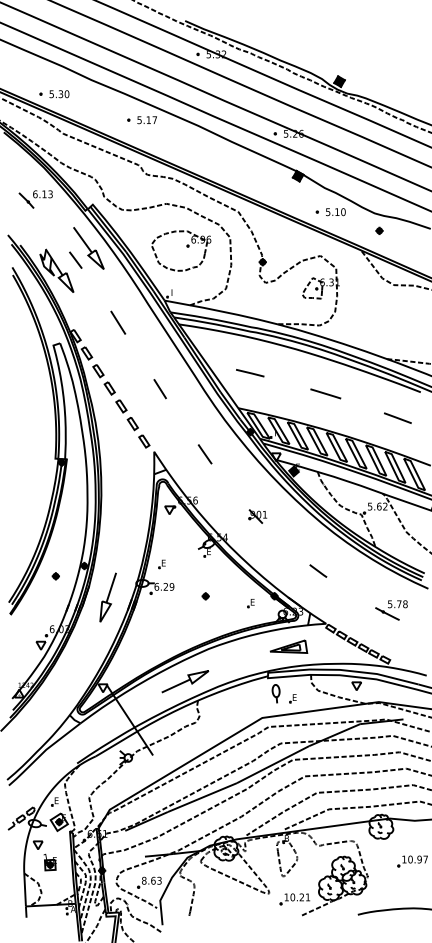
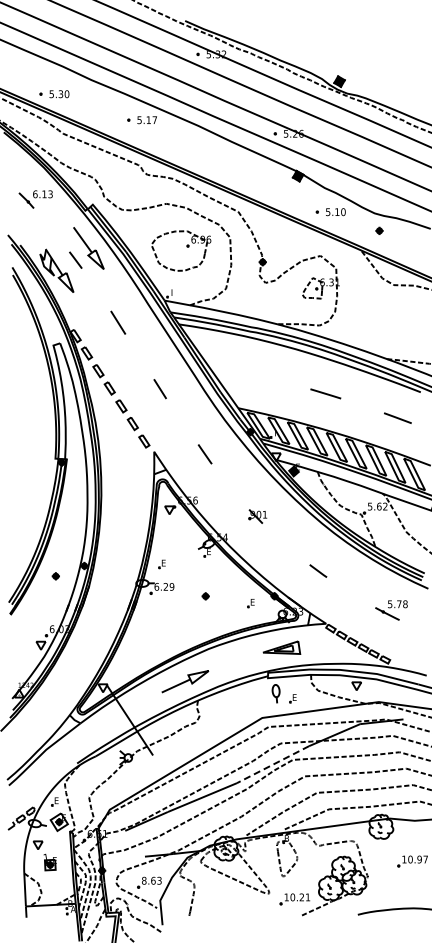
line at (250, 373): present -> none
part at (107, 597): present -> none
part at (288, 646) position: (288, 646) -> (281, 647)
line at (273, 764): solid -> dashed
